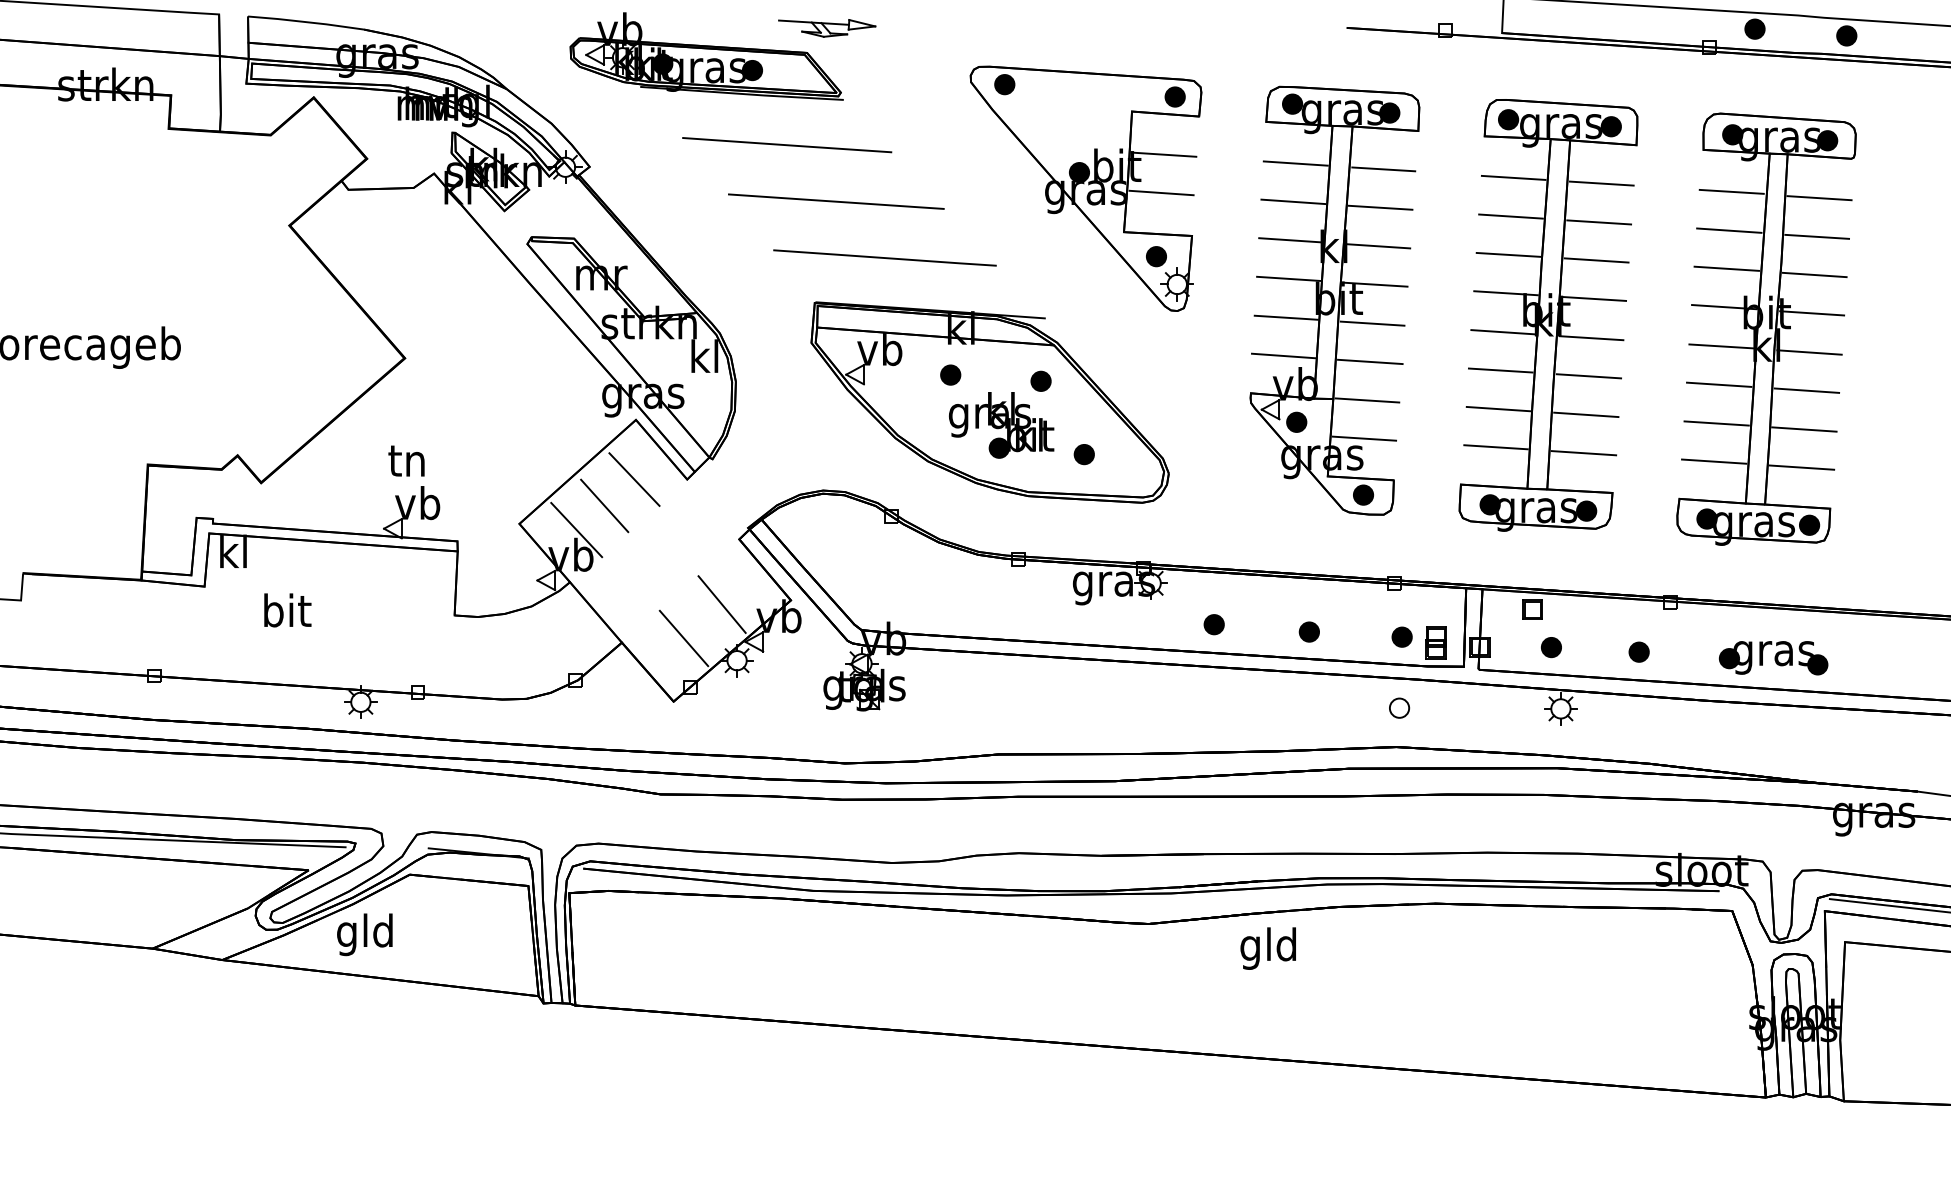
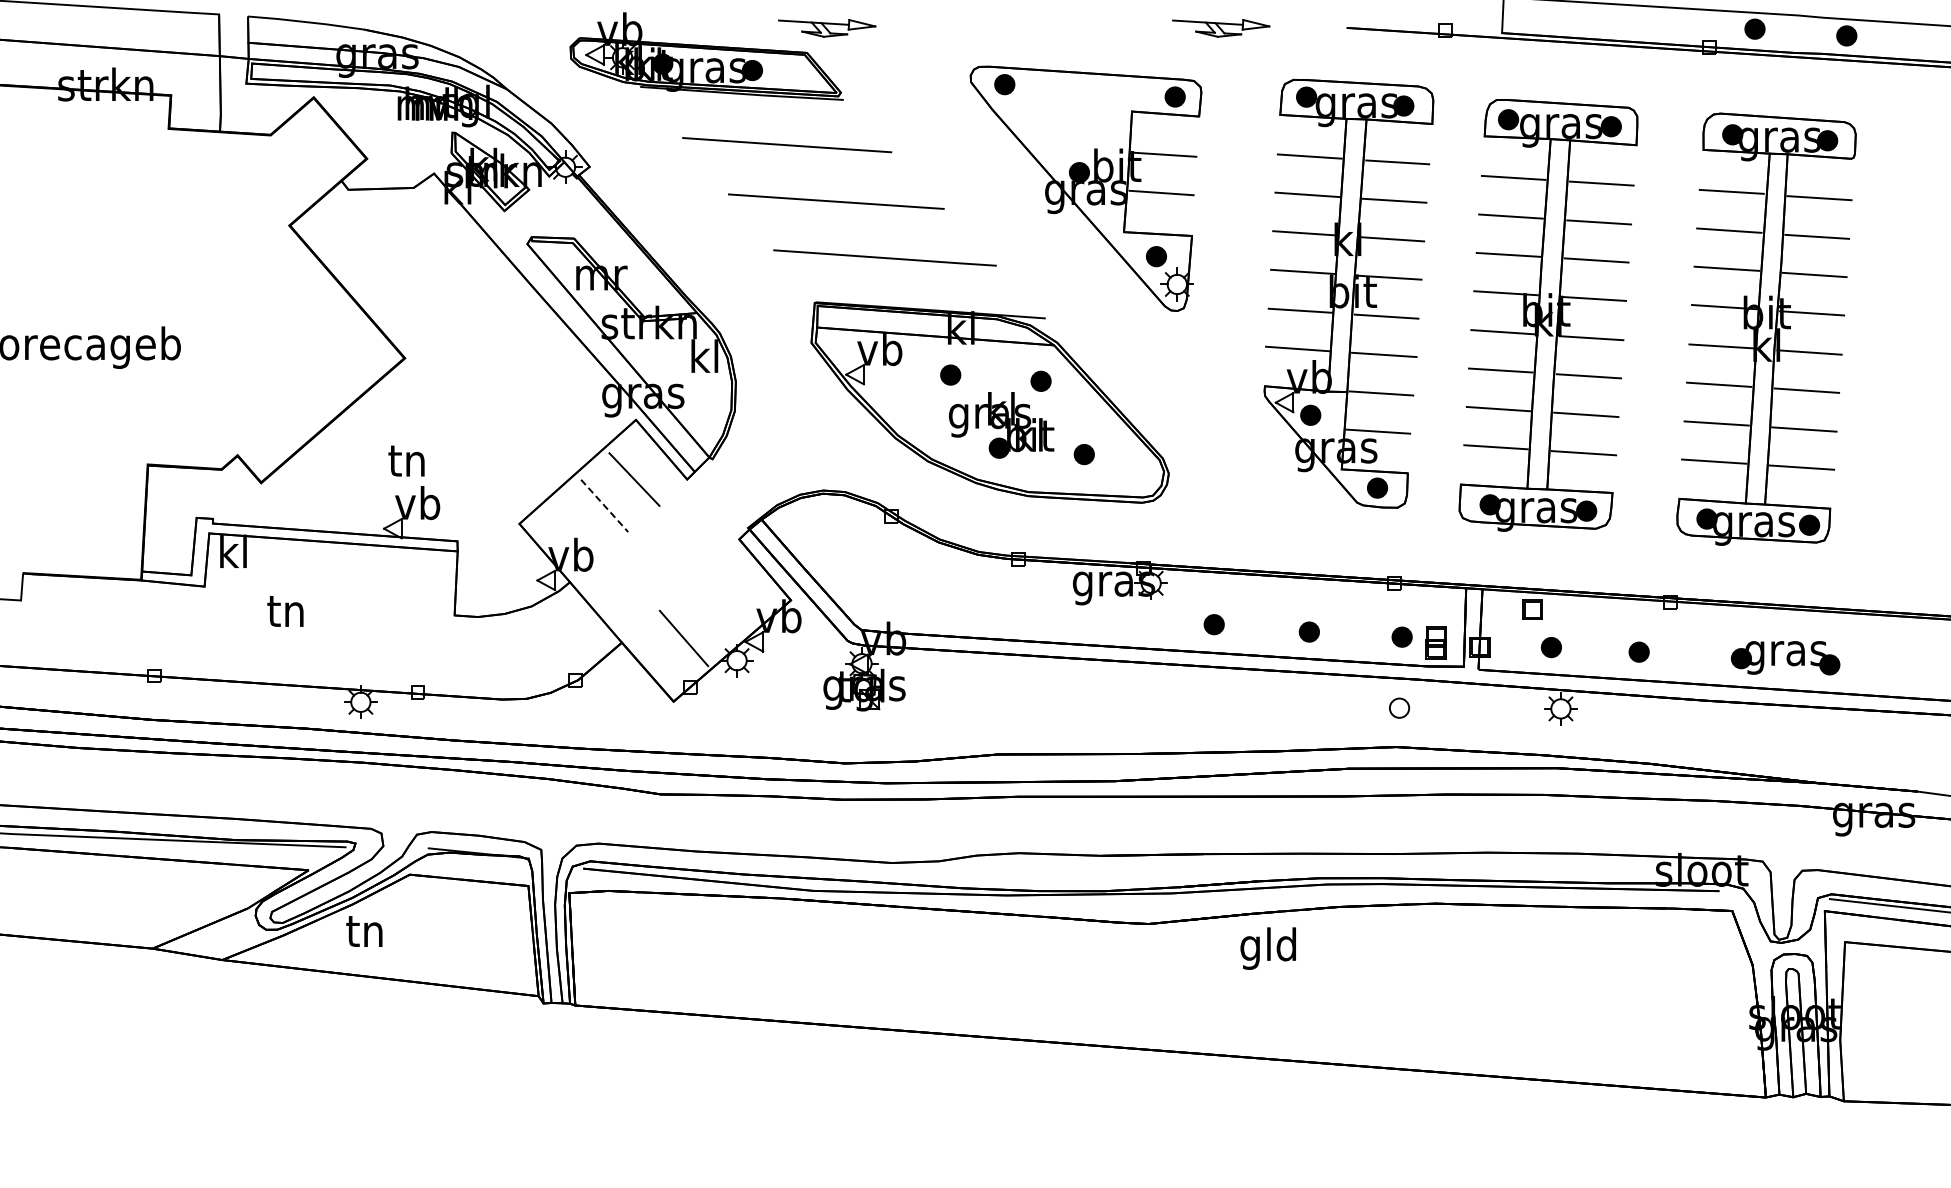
part at (1221, 28): none -> present
part at (1334, 300) position: (1334, 300) -> (1348, 293)
line at (605, 506): solid -> dashed
line at (576, 529): present -> none
line at (721, 604): present -> none
text at (287, 610): bit -> tn
part at (1773, 658) position: (1773, 658) -> (1785, 658)
text at (364, 934): gld -> tn
